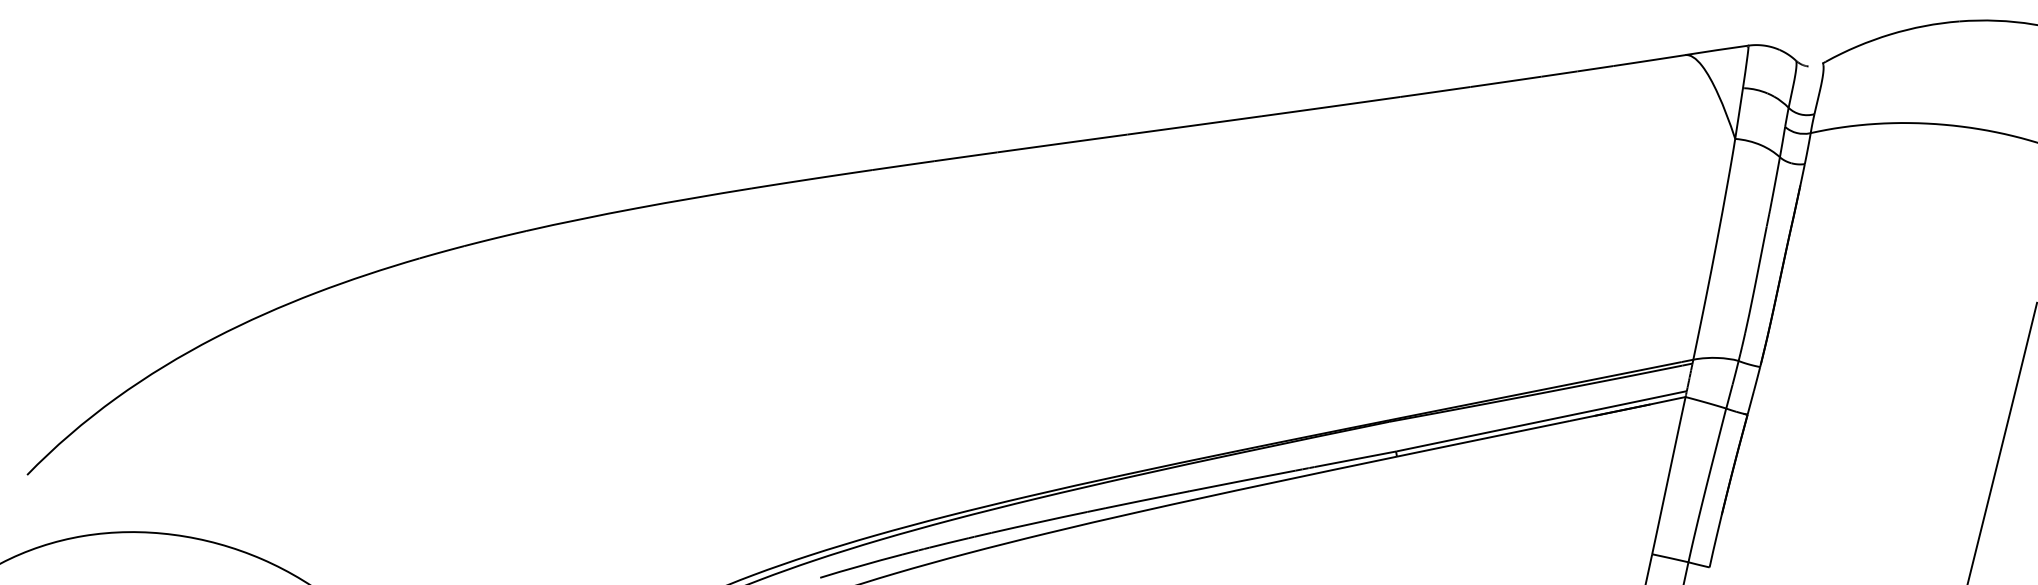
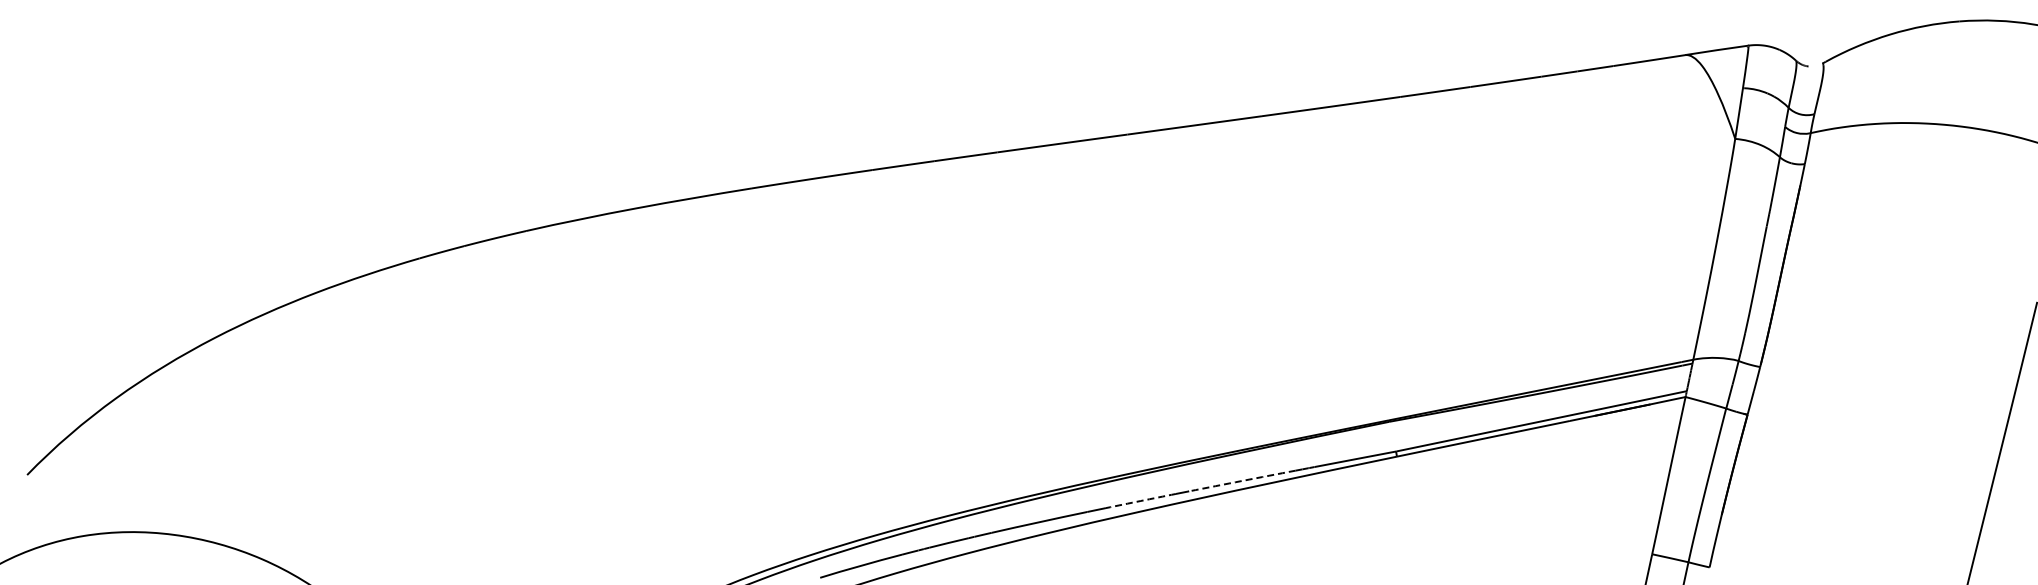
arc at (1242, 480): solid -> dashed
arc at (1140, 500): solid -> dashed
